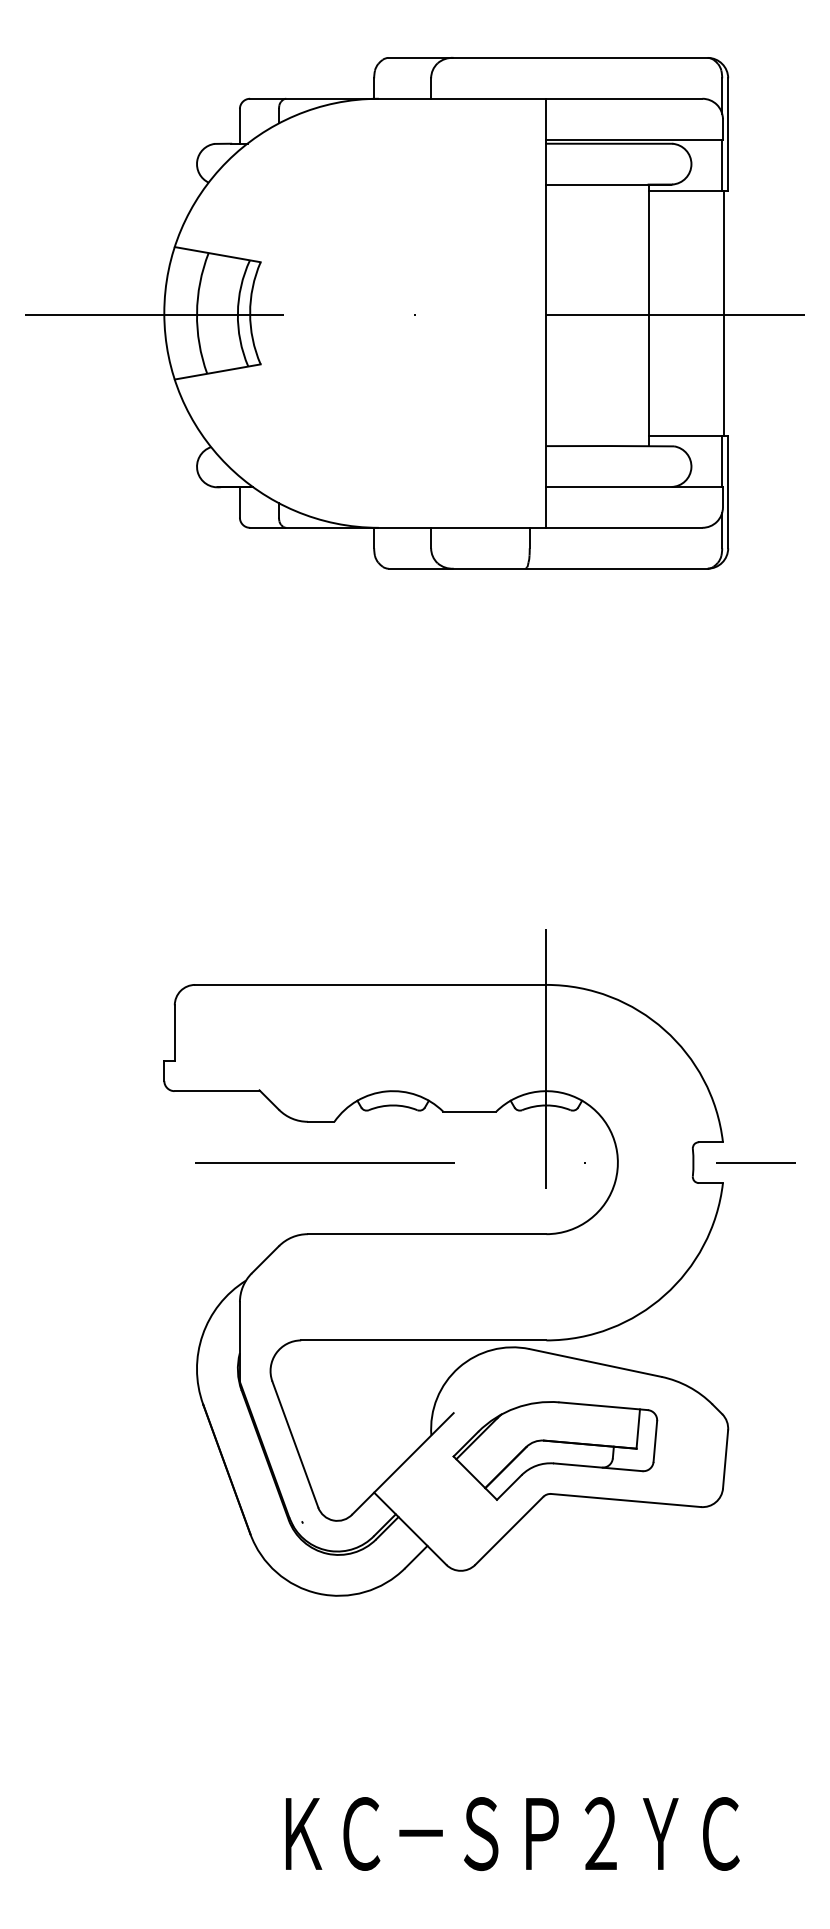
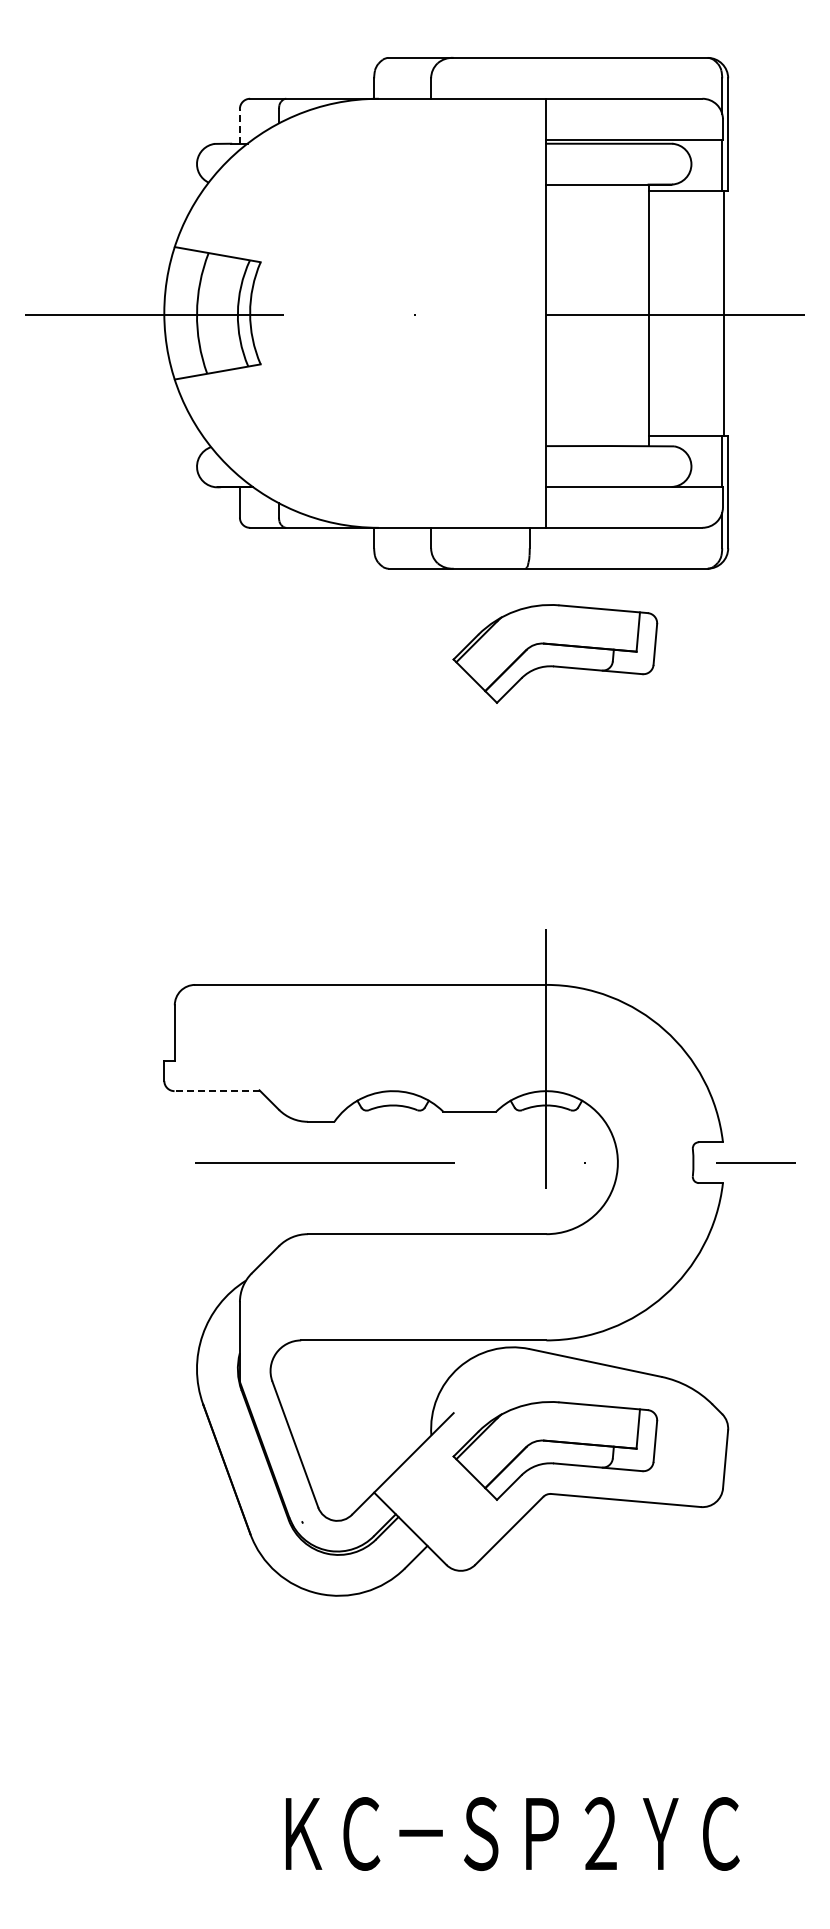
line at (239, 125): solid -> dashed
part at (555, 653): none -> present
line at (217, 1091): solid -> dashed
